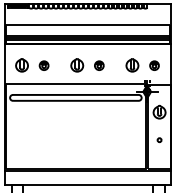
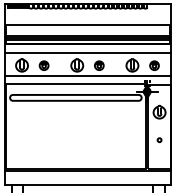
line at (88, 53): none -> present
line at (88, 76): none -> present
